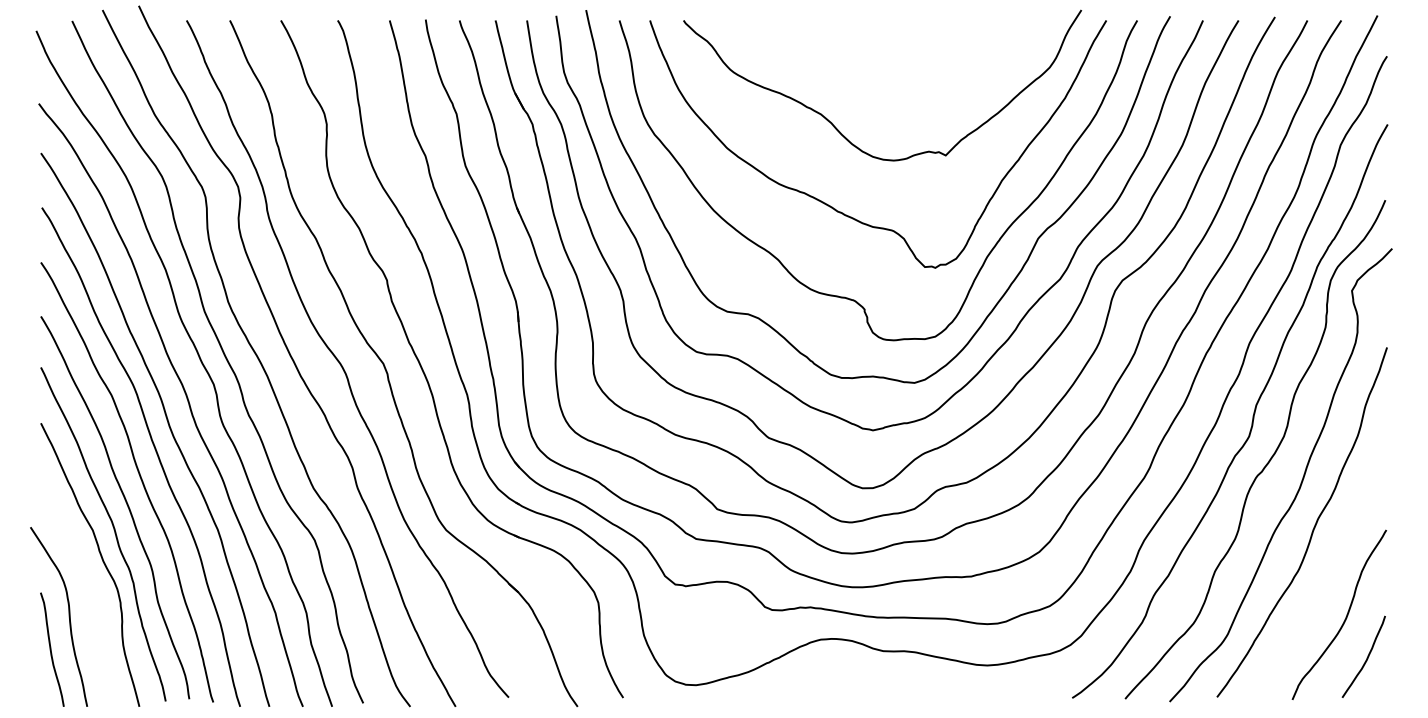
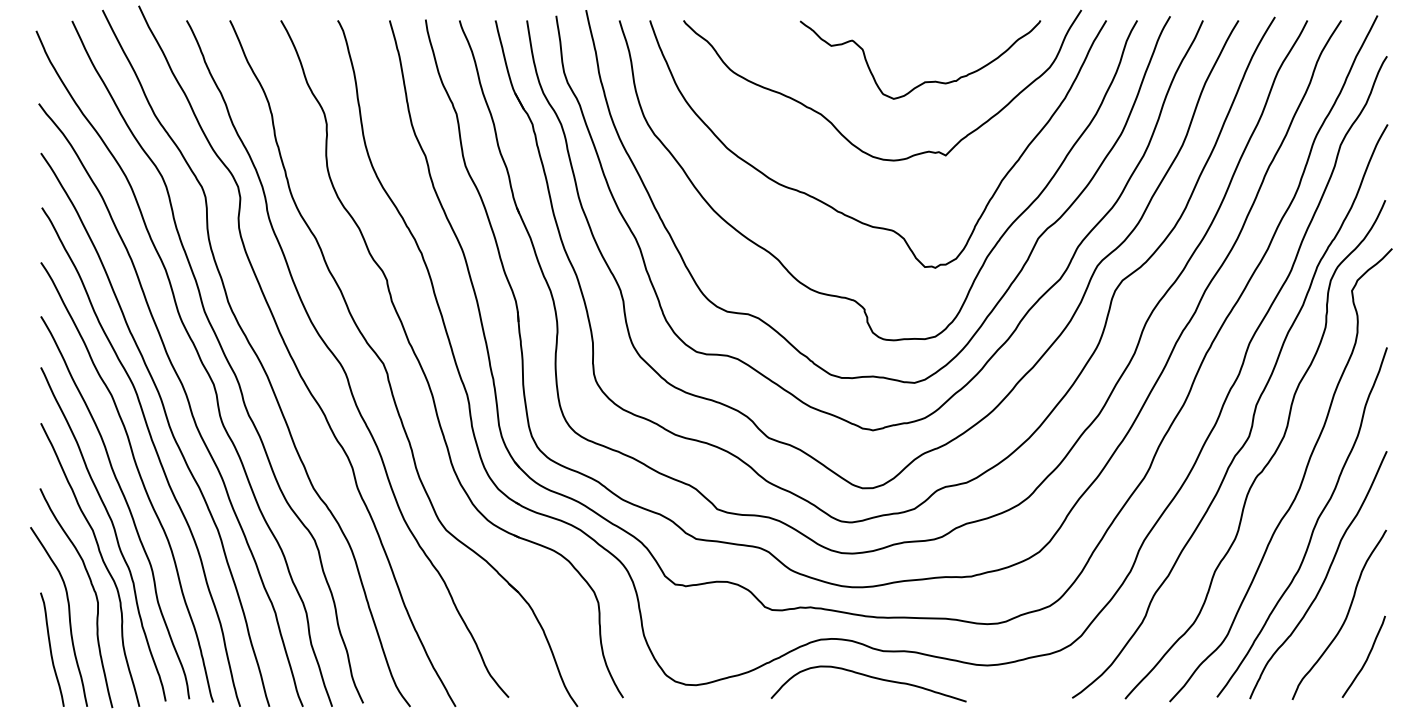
curve at (924, 81): none -> present
curve at (1324, 578): none -> present
curve at (93, 591): none -> present
curve at (868, 677): none -> present
